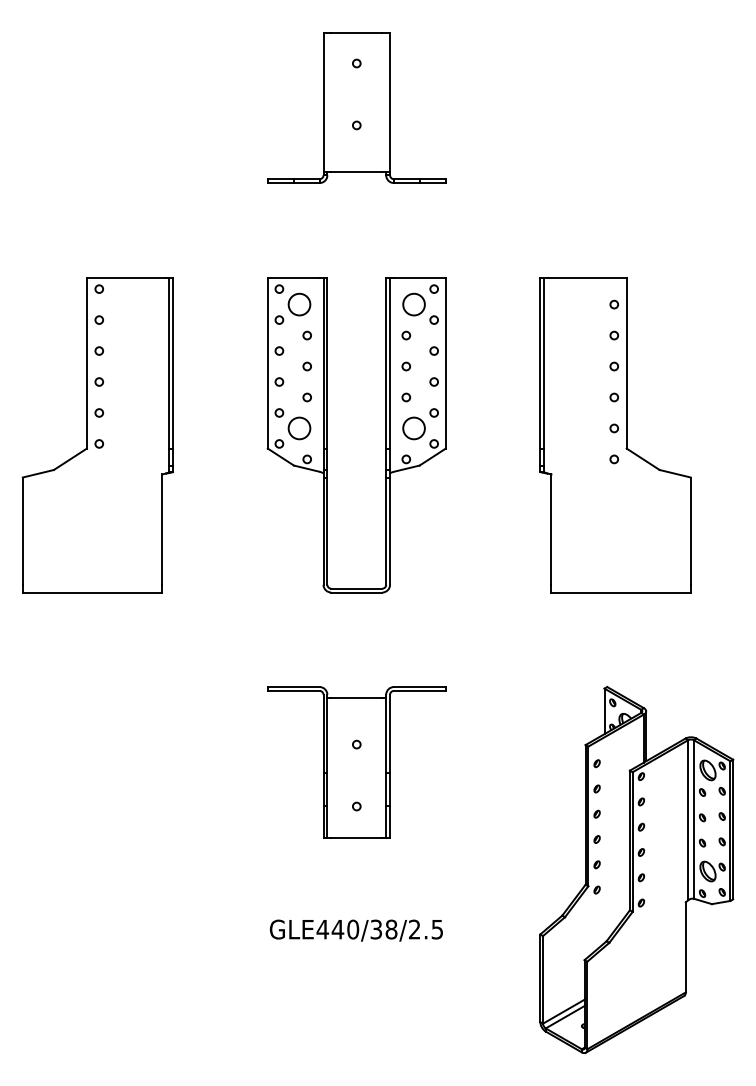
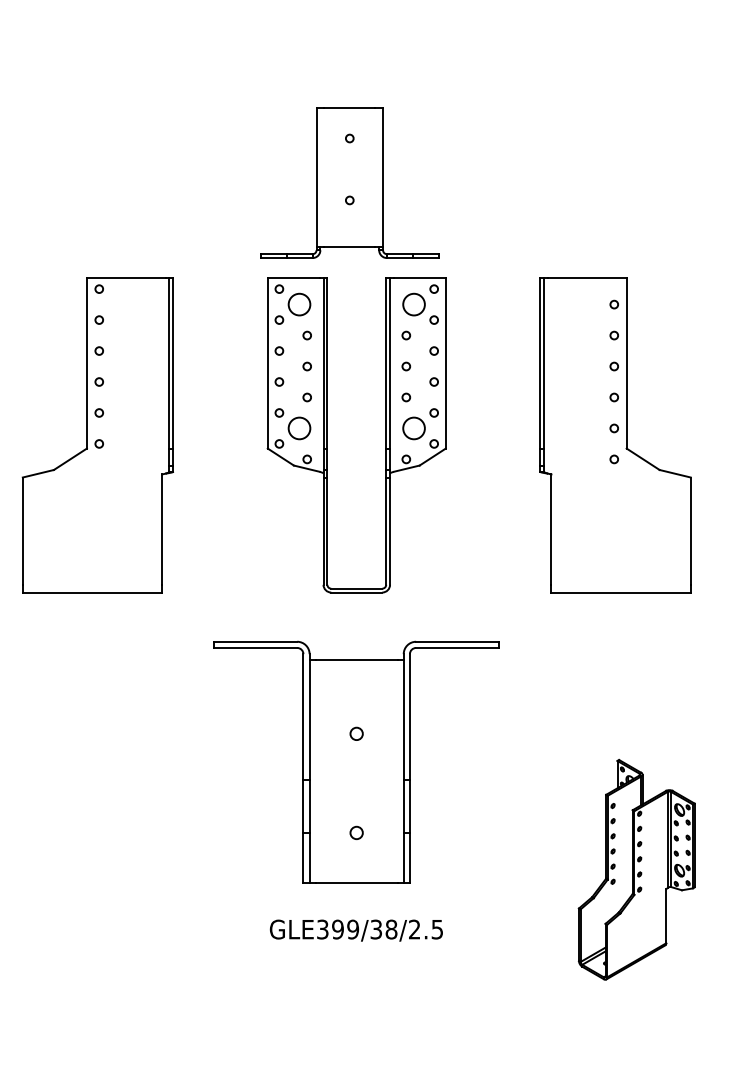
part at (356, 107) position: (356, 107) -> (349, 182)
part at (356, 762) size: 180x153 px -> 287x244 px
part at (636, 869) size: 196x369 px -> 119x223 px
text at (337, 929): GLE440/38/2.5 -> GLE399/38/2.5
